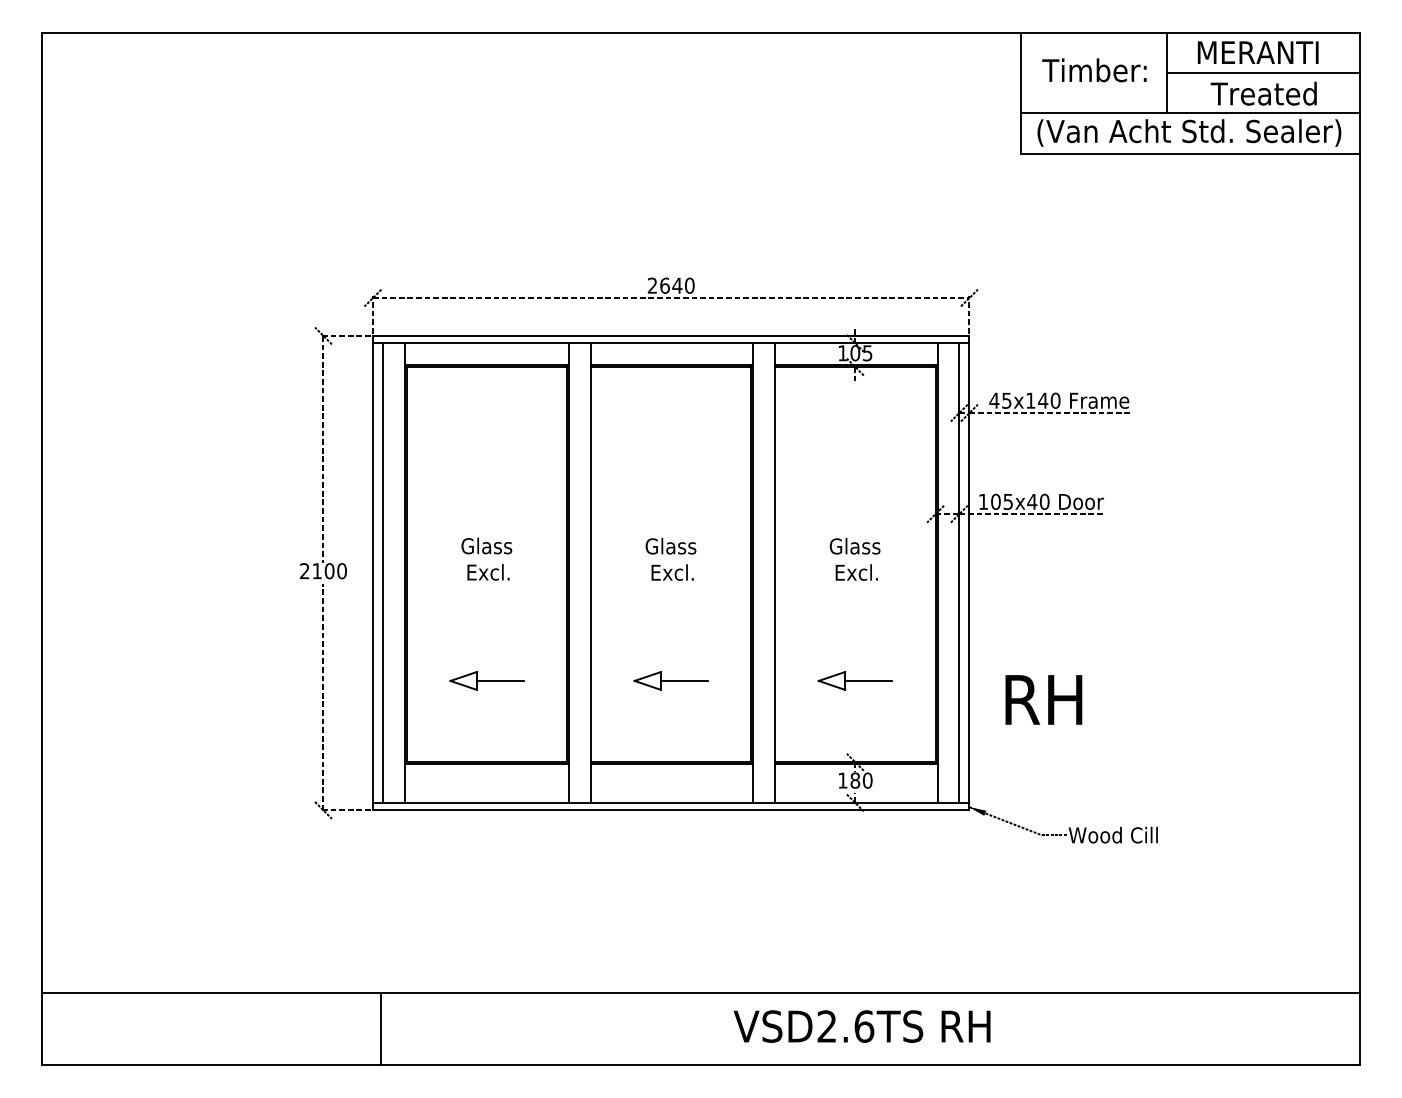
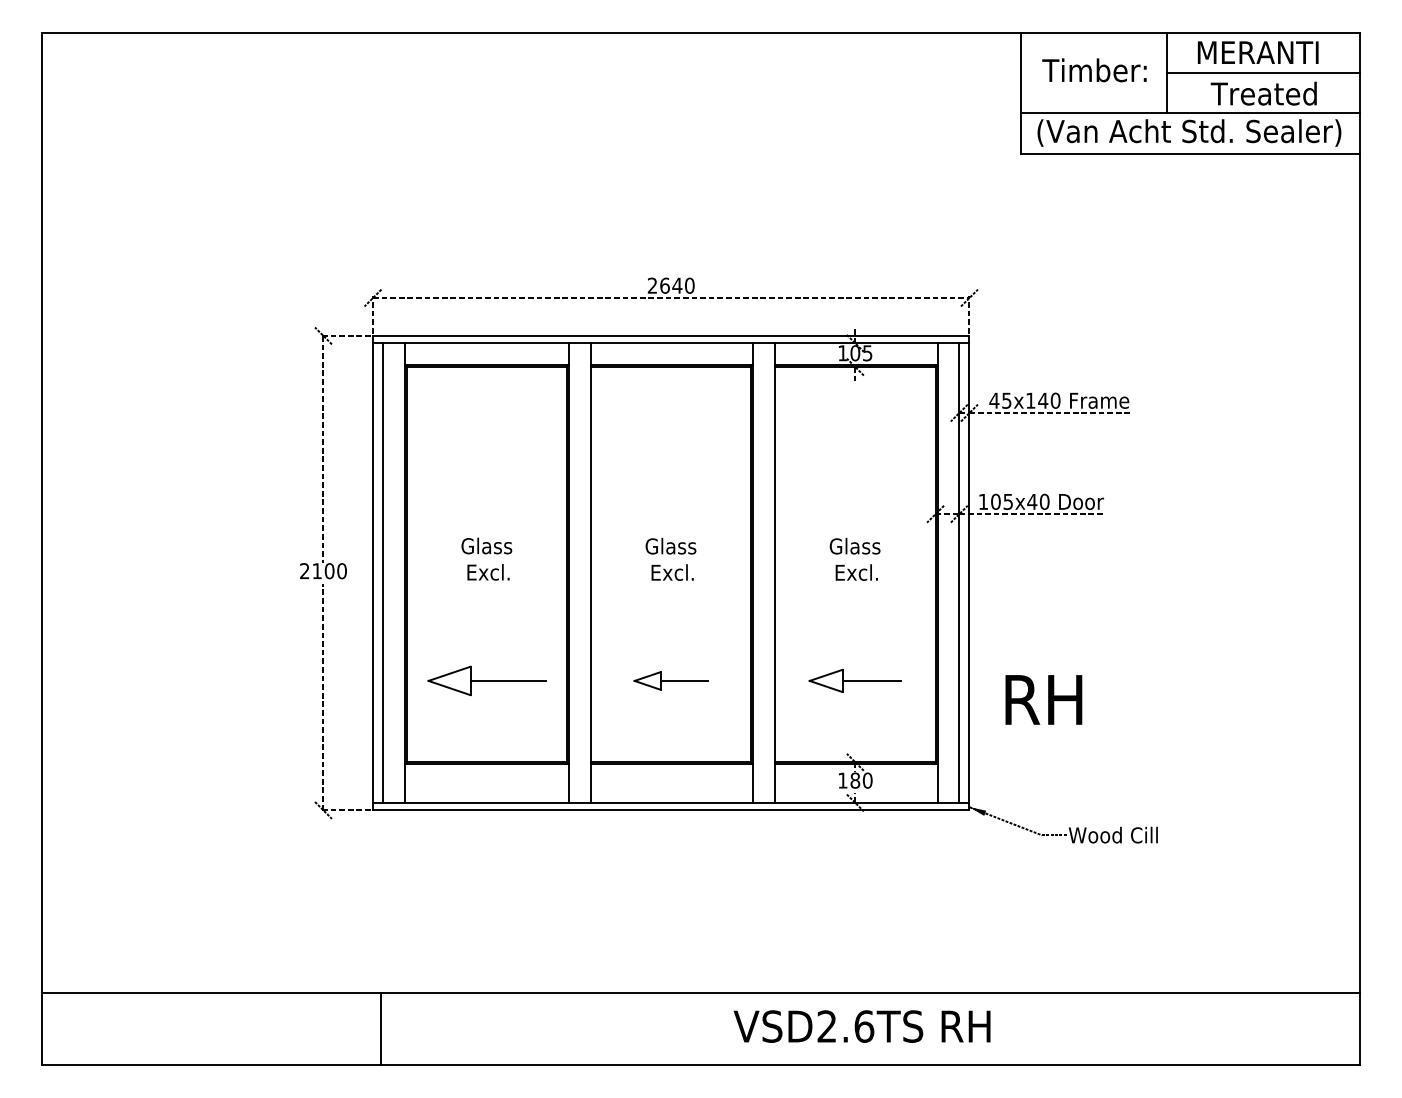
part at (486, 680) size: 76x20 px -> 120x32 px
part at (854, 680) size: 76x20 px -> 94x25 px
